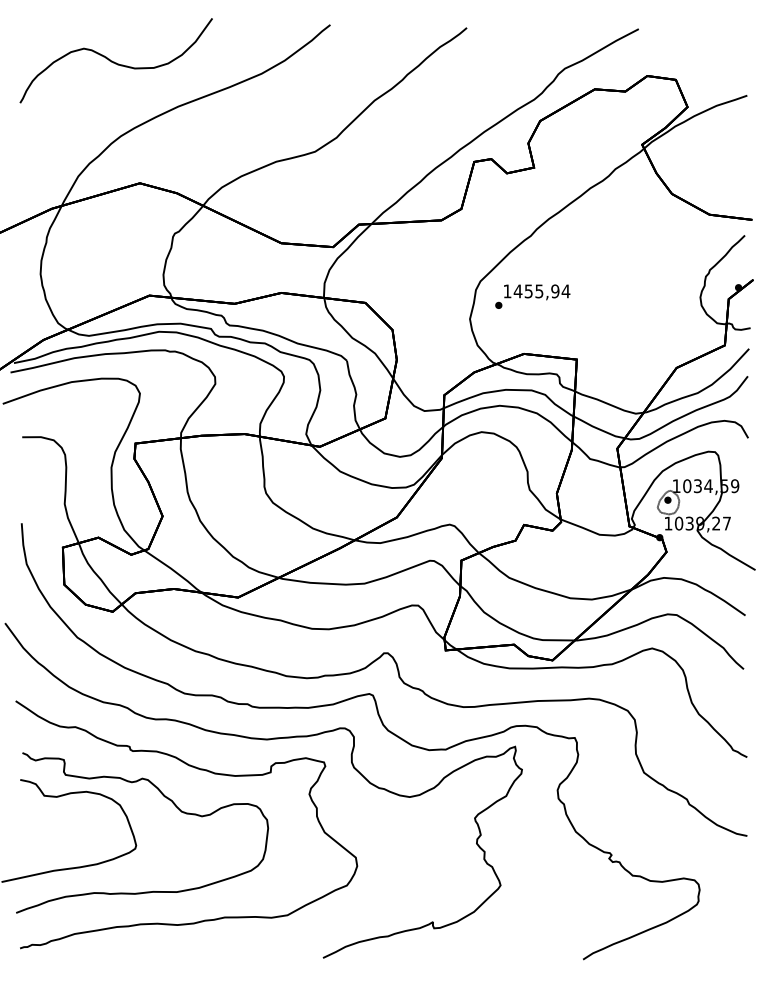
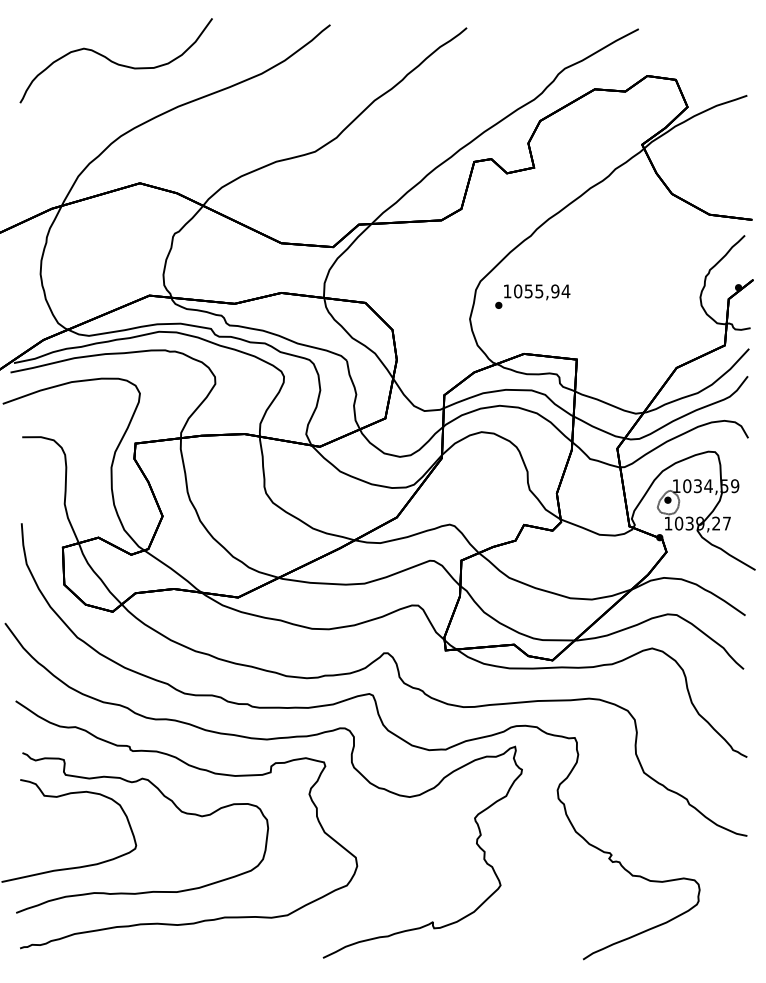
text at (517, 291): 1455,94 -> 1055,94
